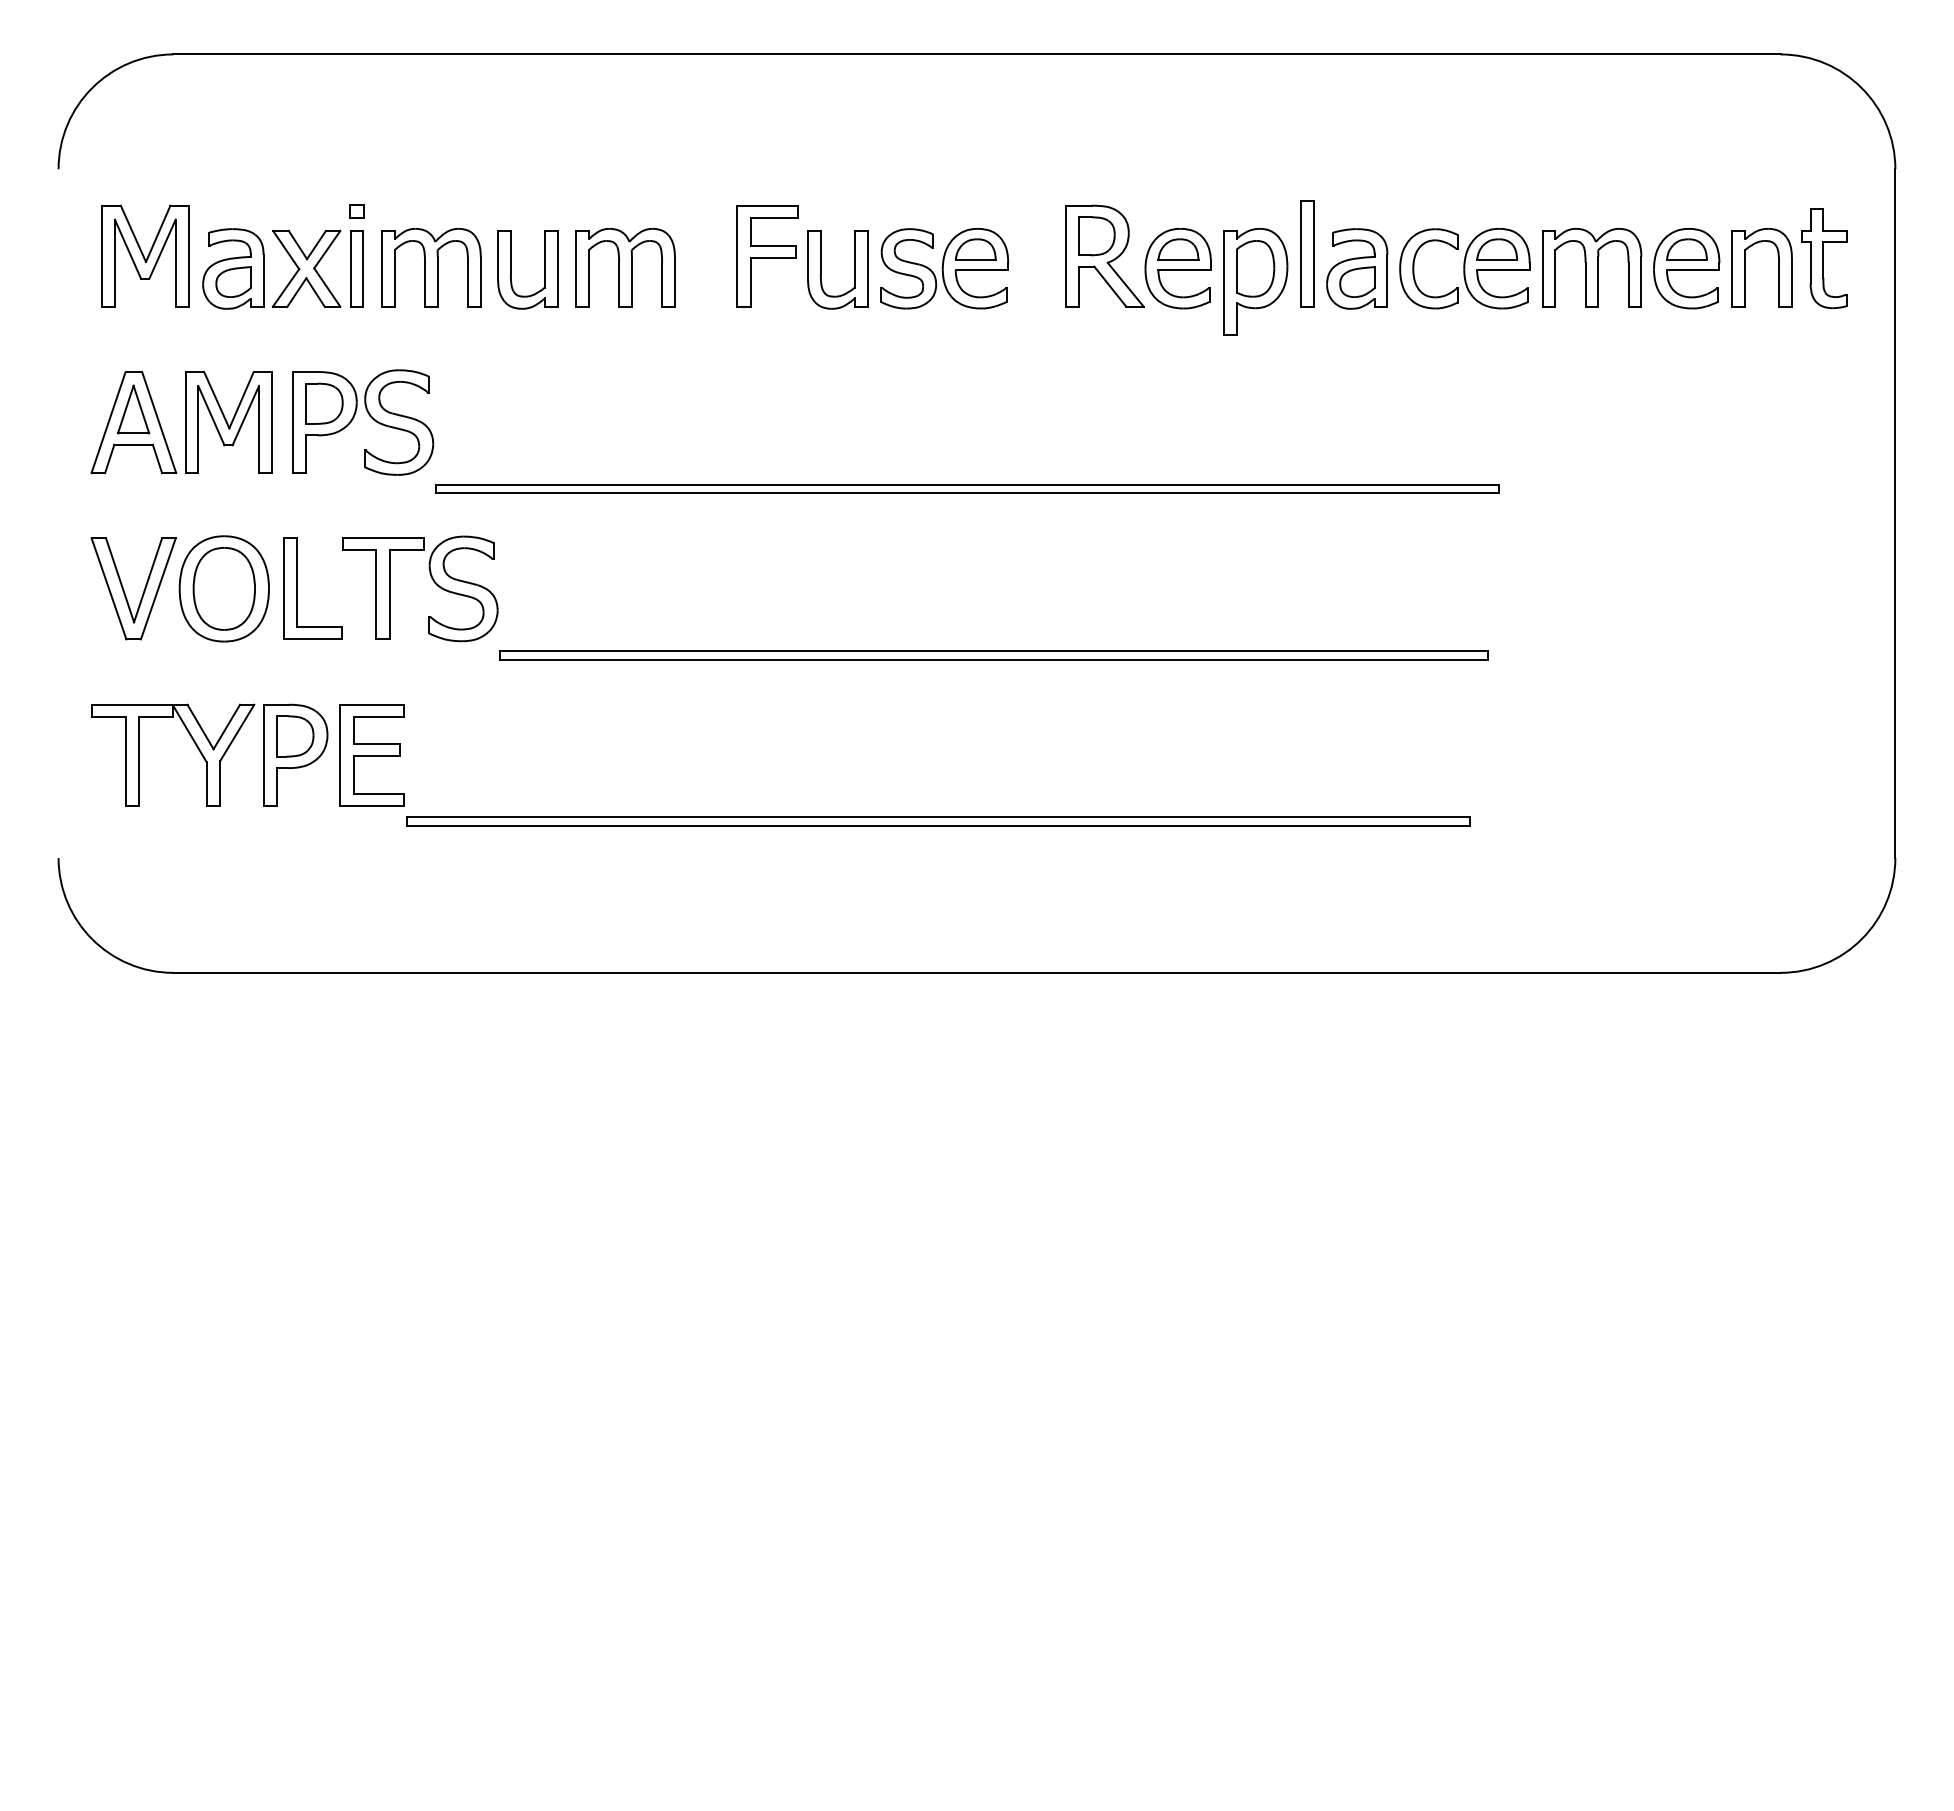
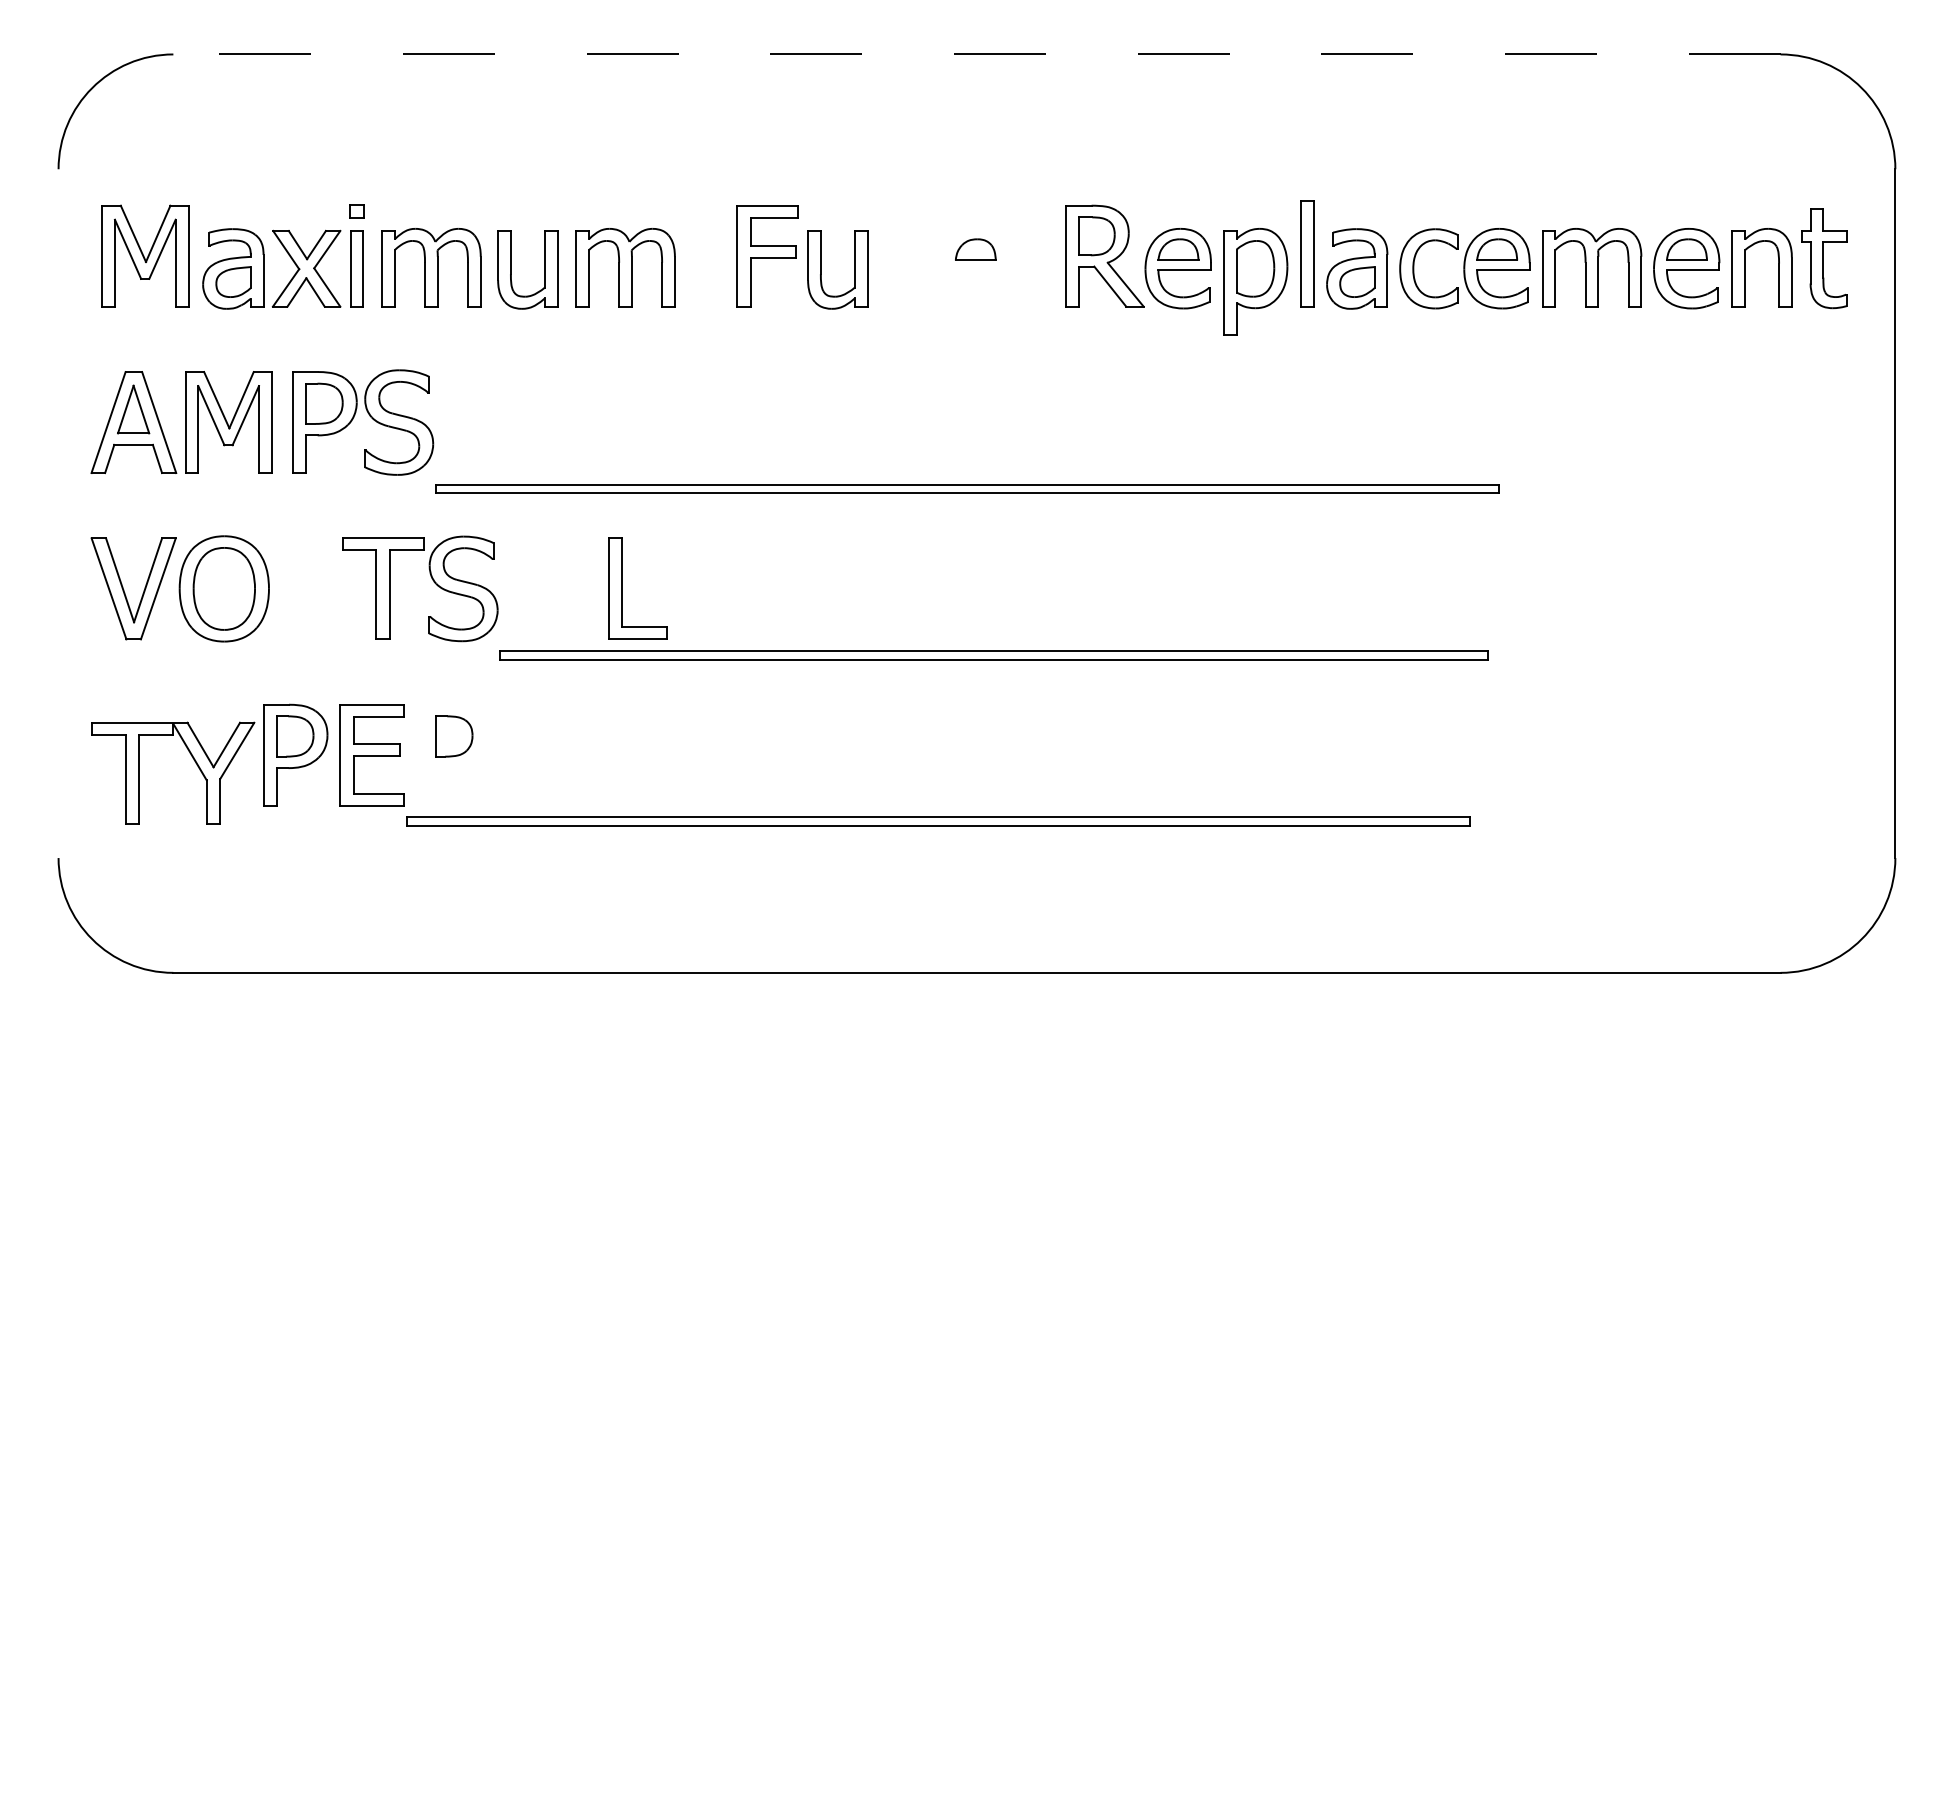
line at (976, 54): solid -> dashed
part at (944, 268): present -> none
part at (297, 588) position: (297, 588) -> (622, 588)
part at (454, 736): none -> present
part at (193, 742) position: (193, 742) -> (193, 760)
